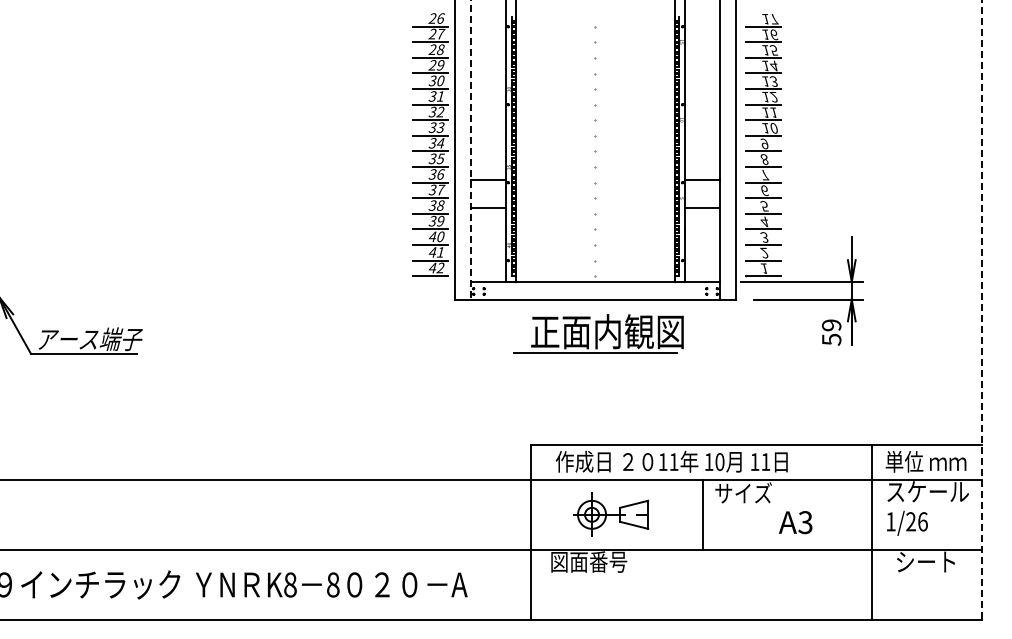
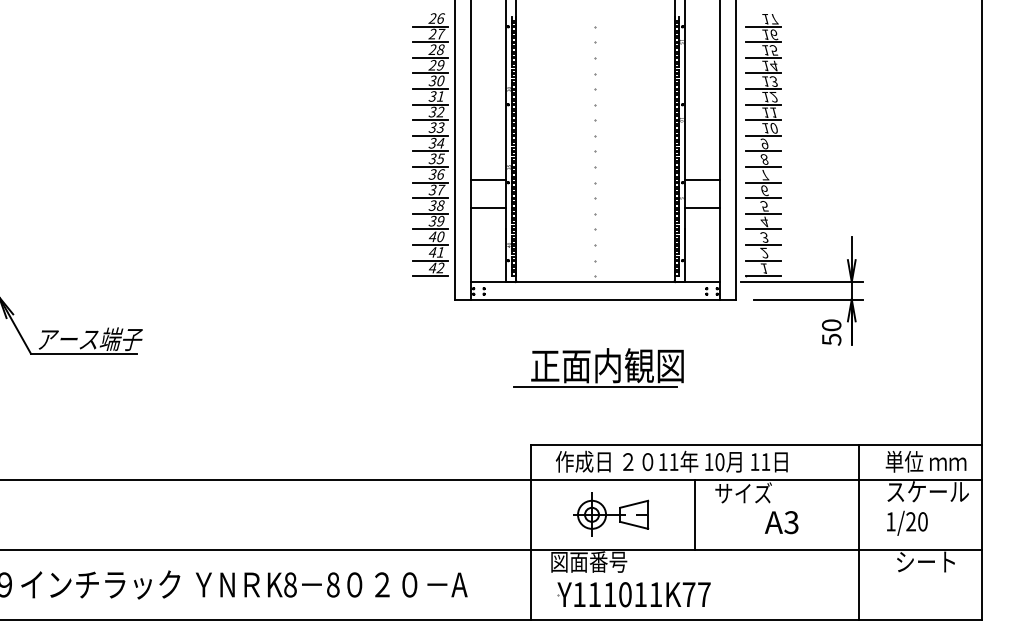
line at (470, 150): dashed -> solid
line at (981, 310): dashed -> solid
text at (831, 325): 59 -> 50
part at (598, 333) position: (598, 333) -> (598, 367)
line at (702, 514) position: (702, 514) -> (694, 514)
text at (922, 521): 1/26 -> 1/20
text at (795, 522) position: (795, 522) -> (781, 522)
line at (871, 532) position: (871, 532) -> (858, 532)
part at (633, 594): none -> present
